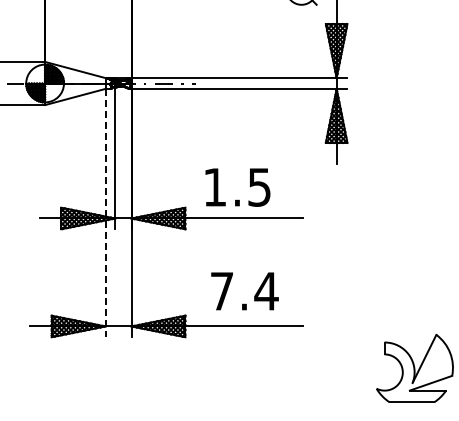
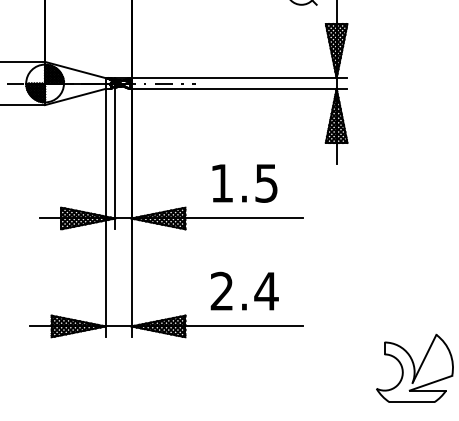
text at (237, 187) position: (237, 187) -> (244, 183)
line at (105, 213): dashed -> solid
text at (221, 290): 7.4 -> 2.4
